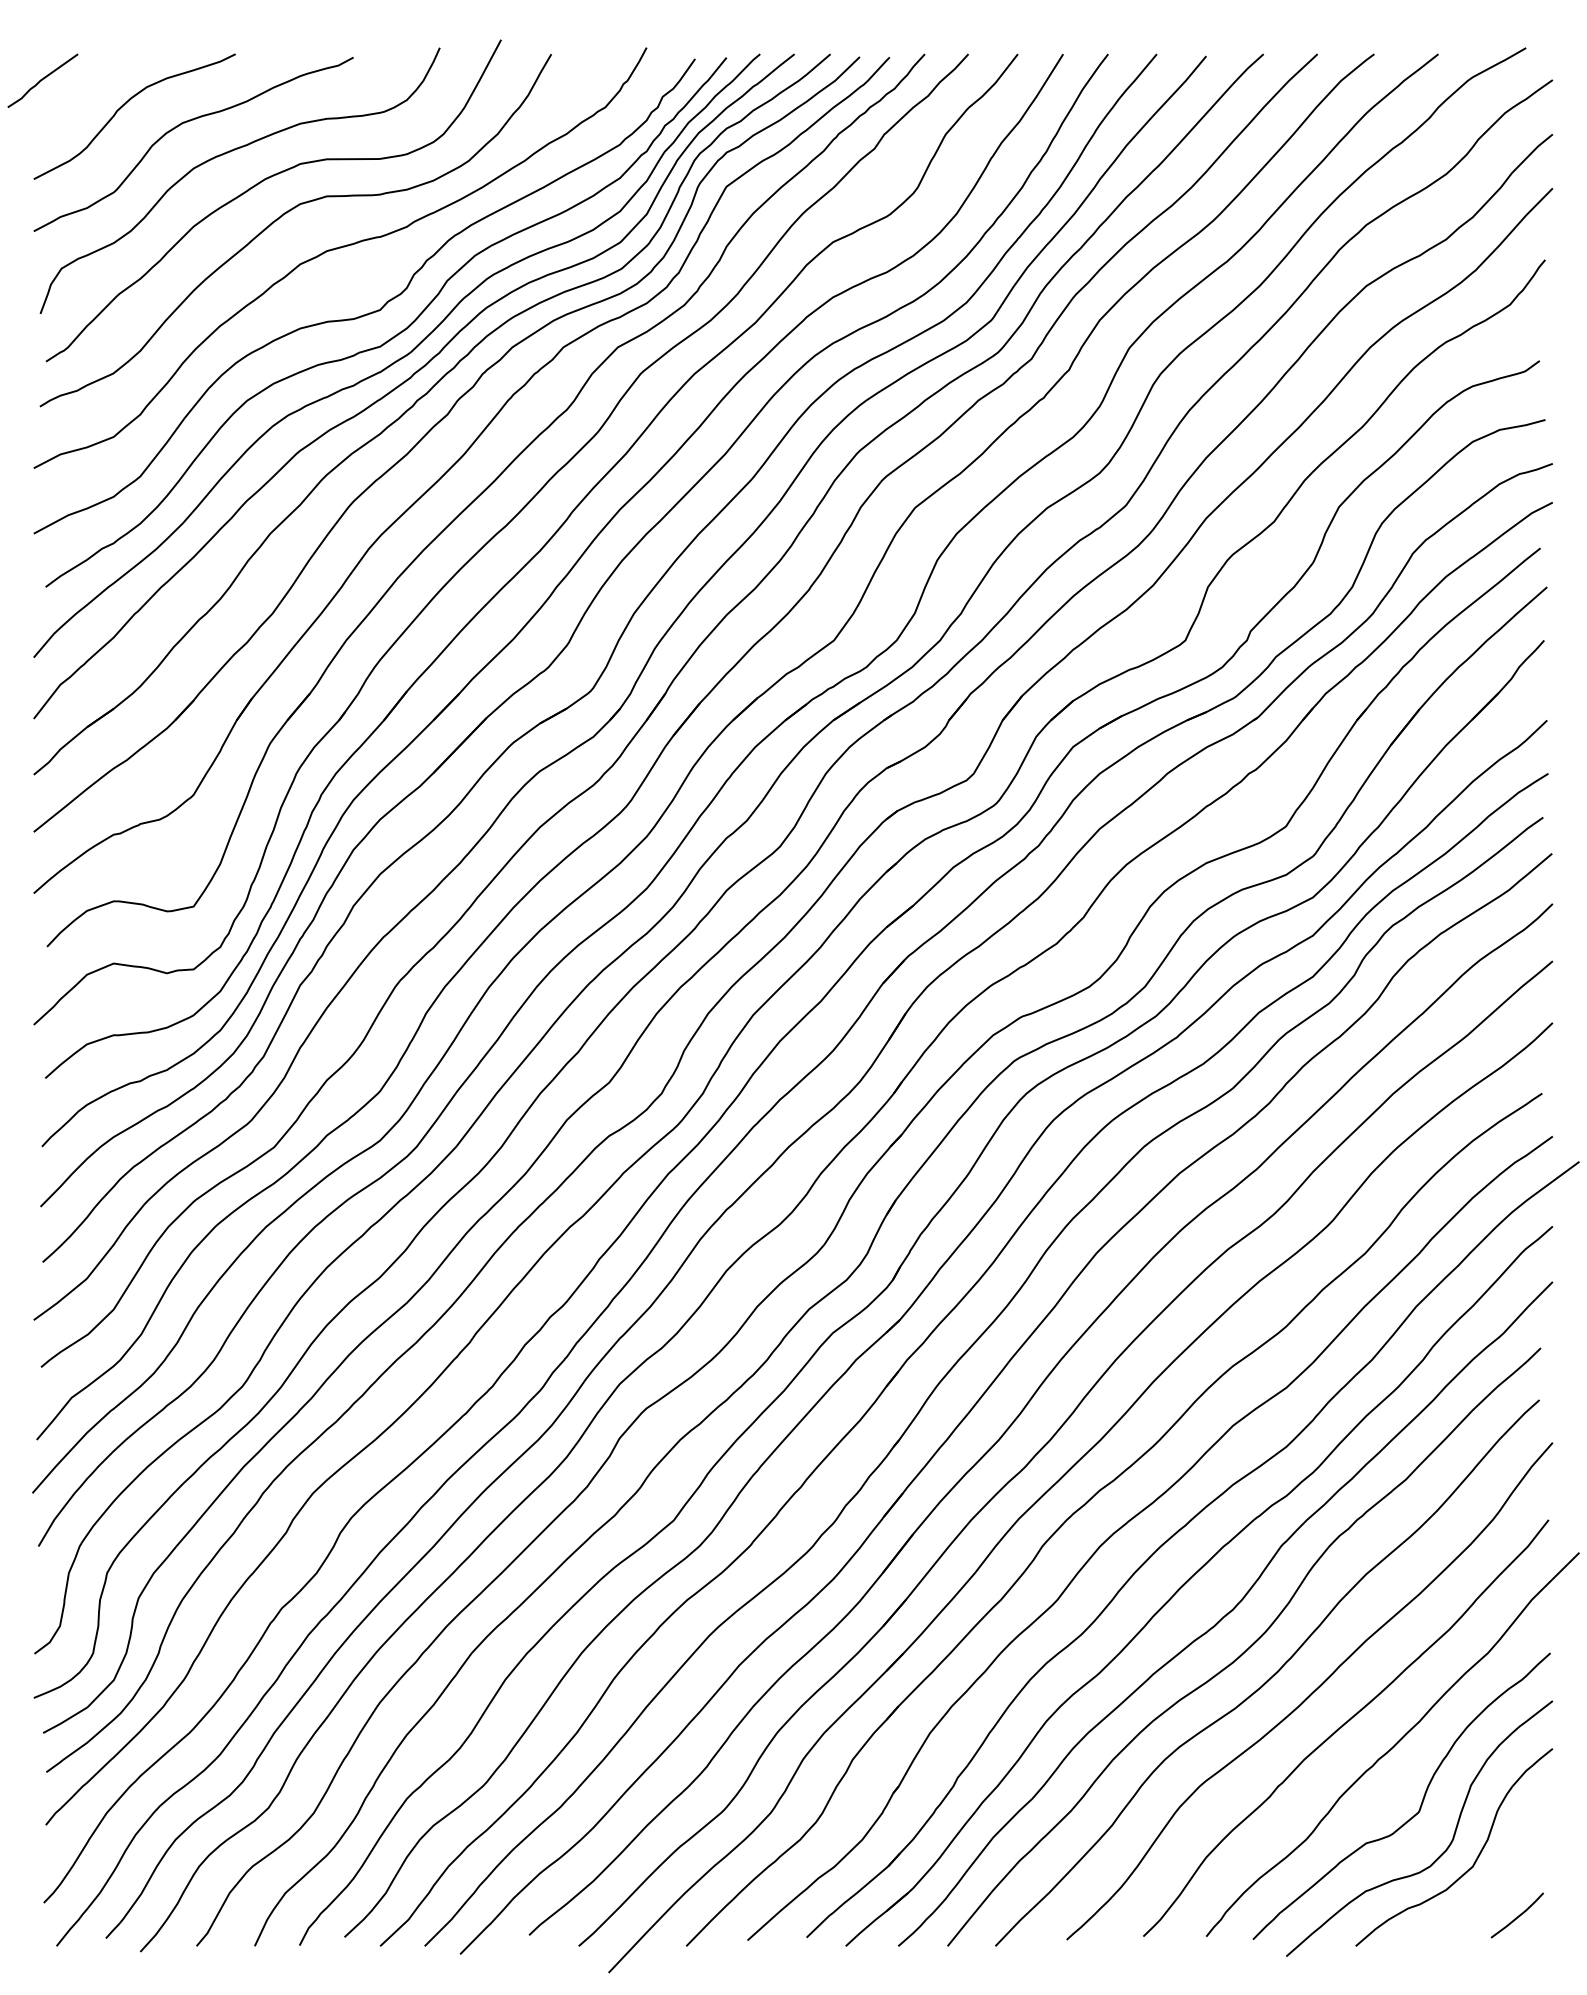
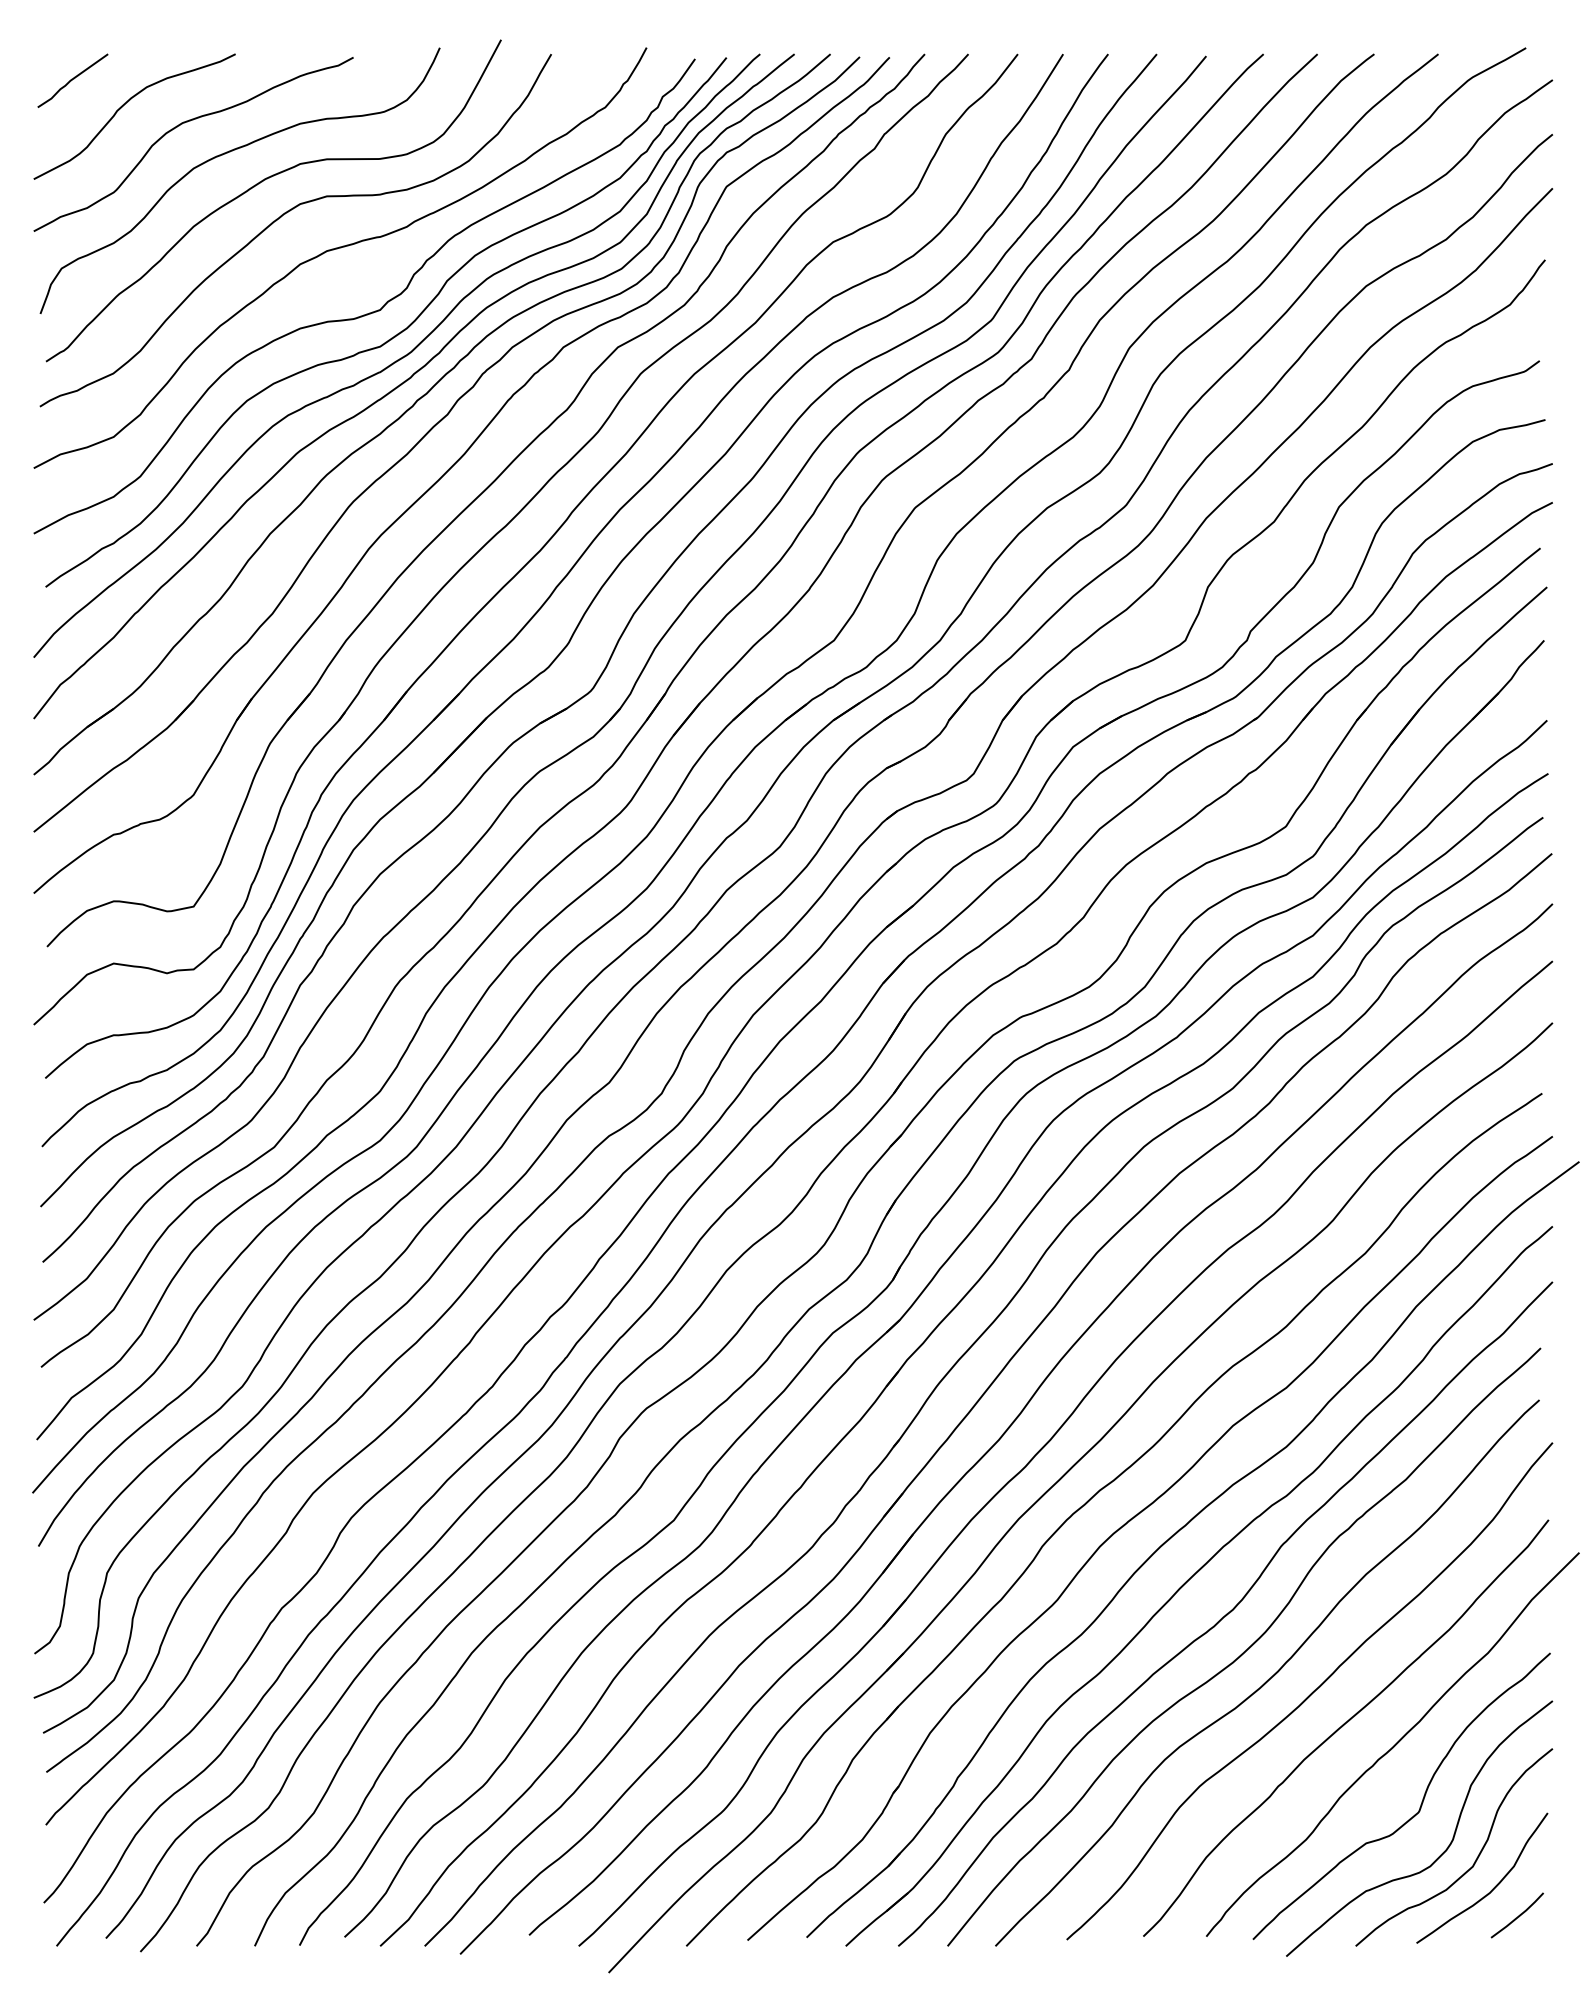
curve at (42, 80) position: (42, 80) -> (72, 80)
curve at (1493, 1887): none -> present
